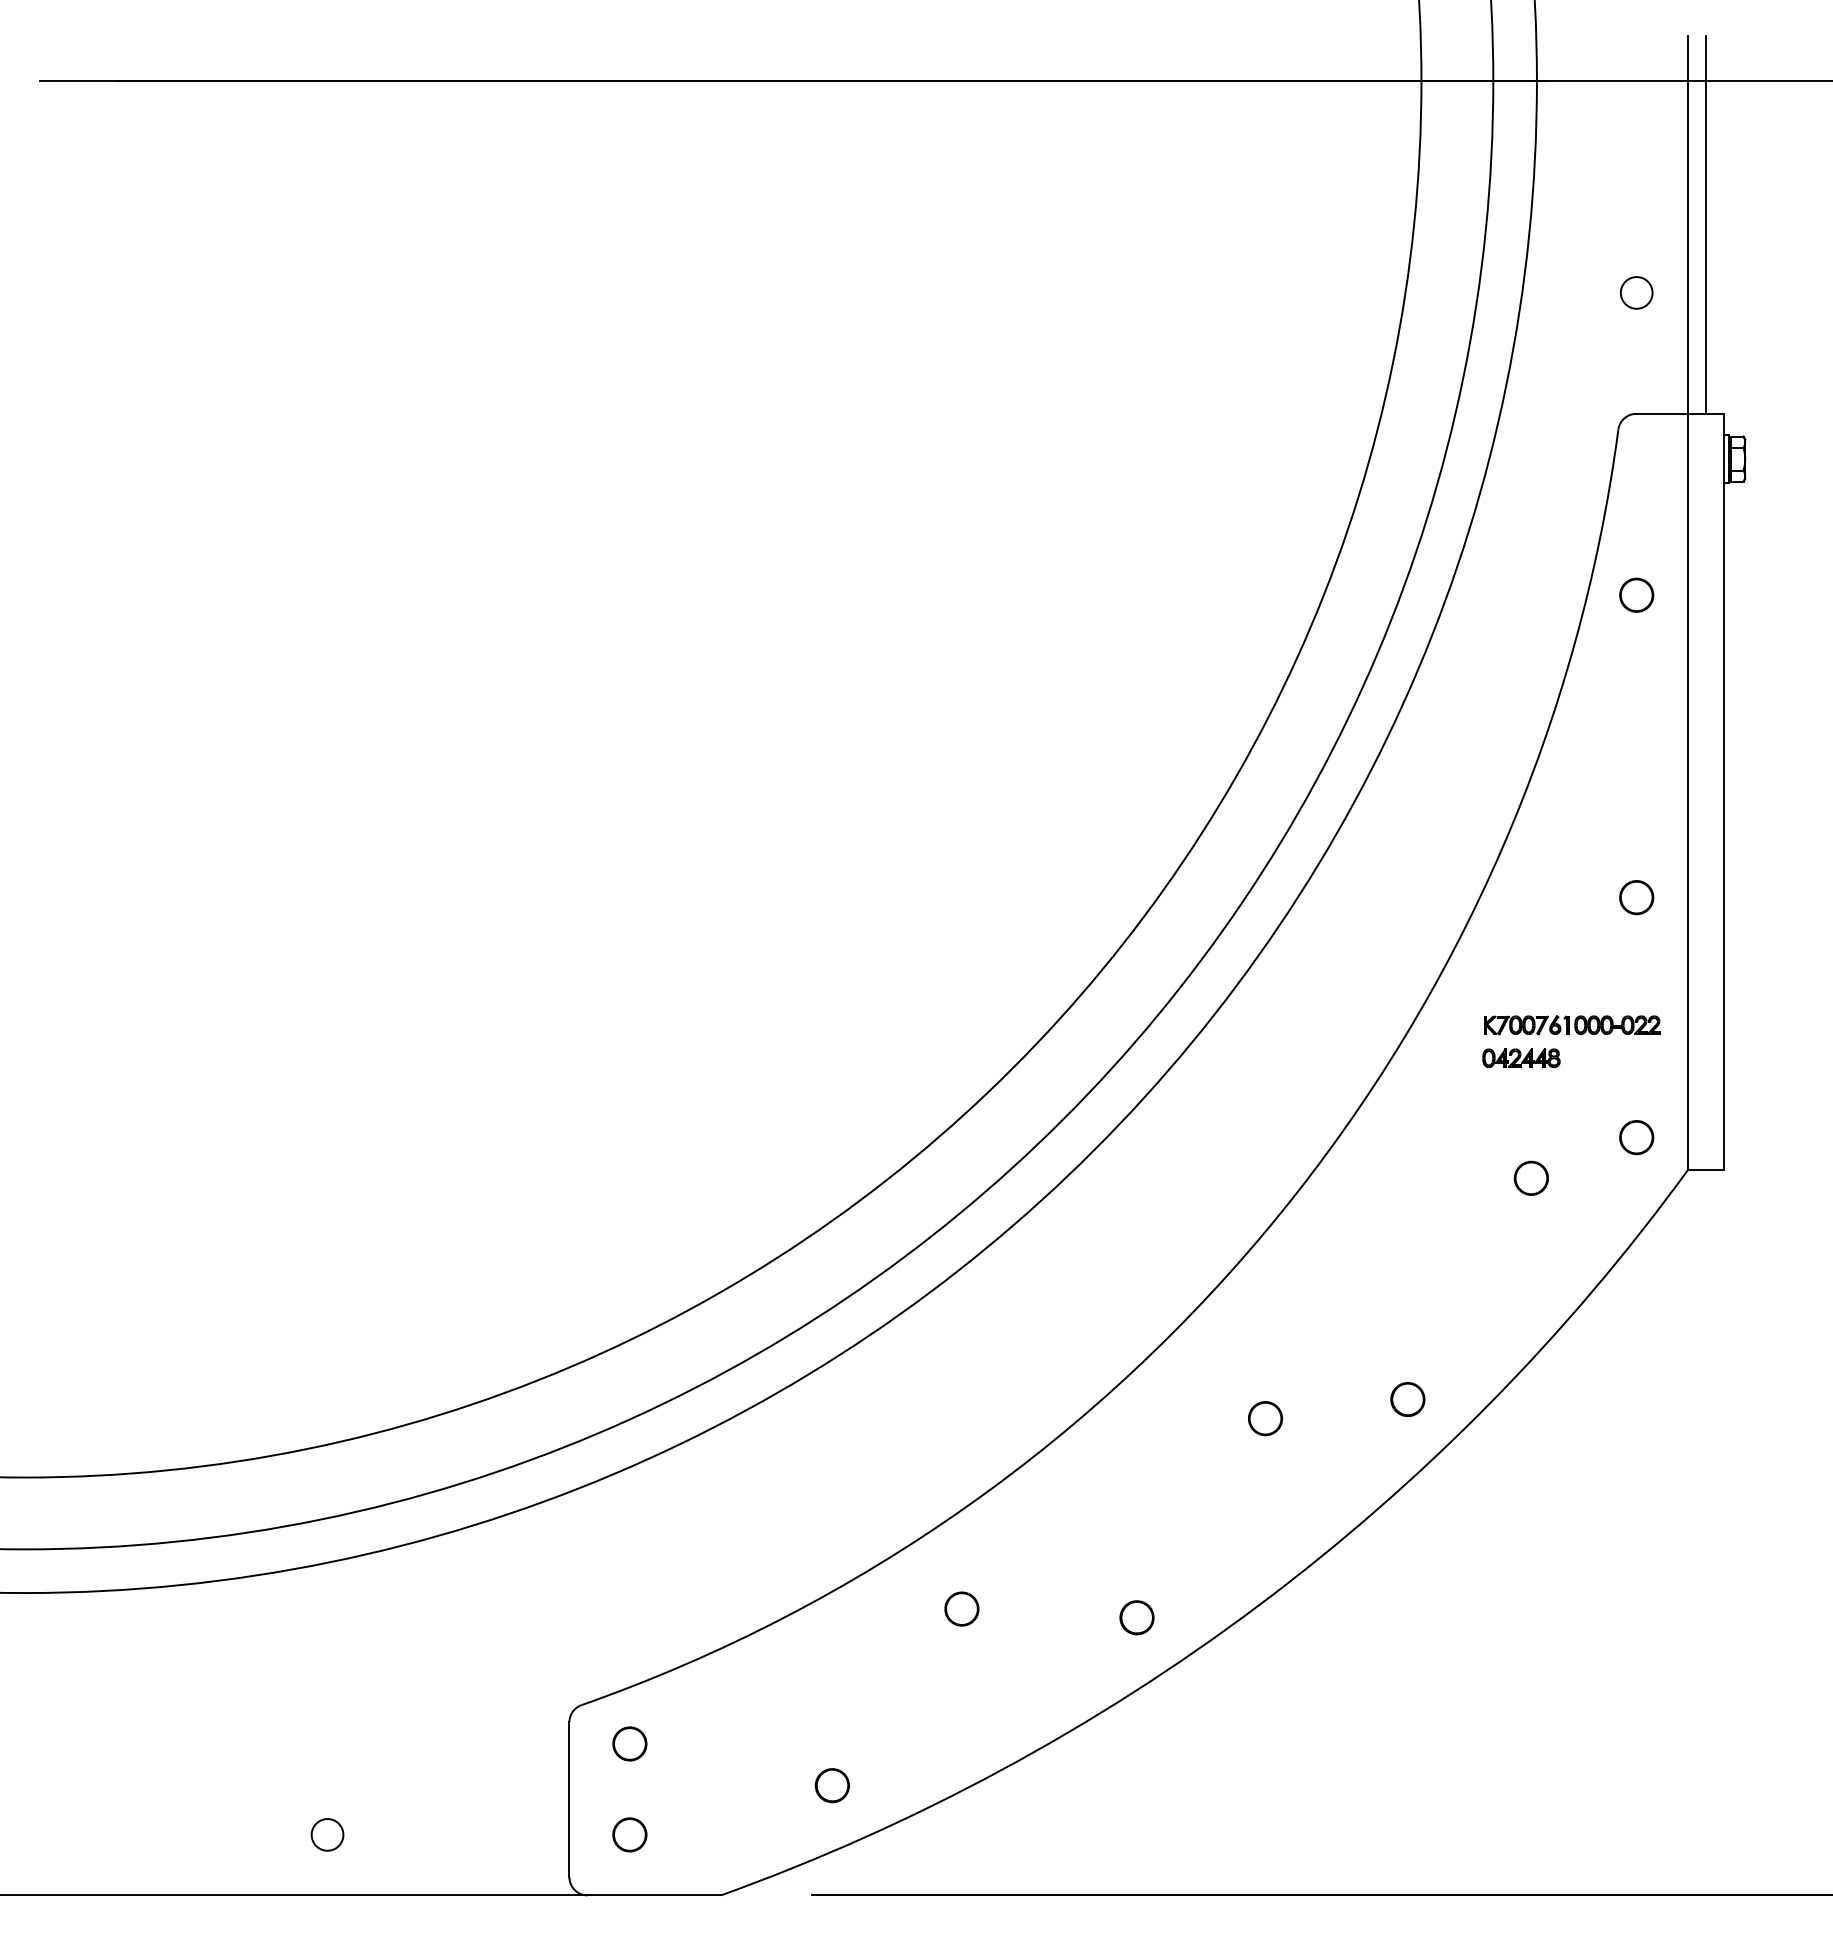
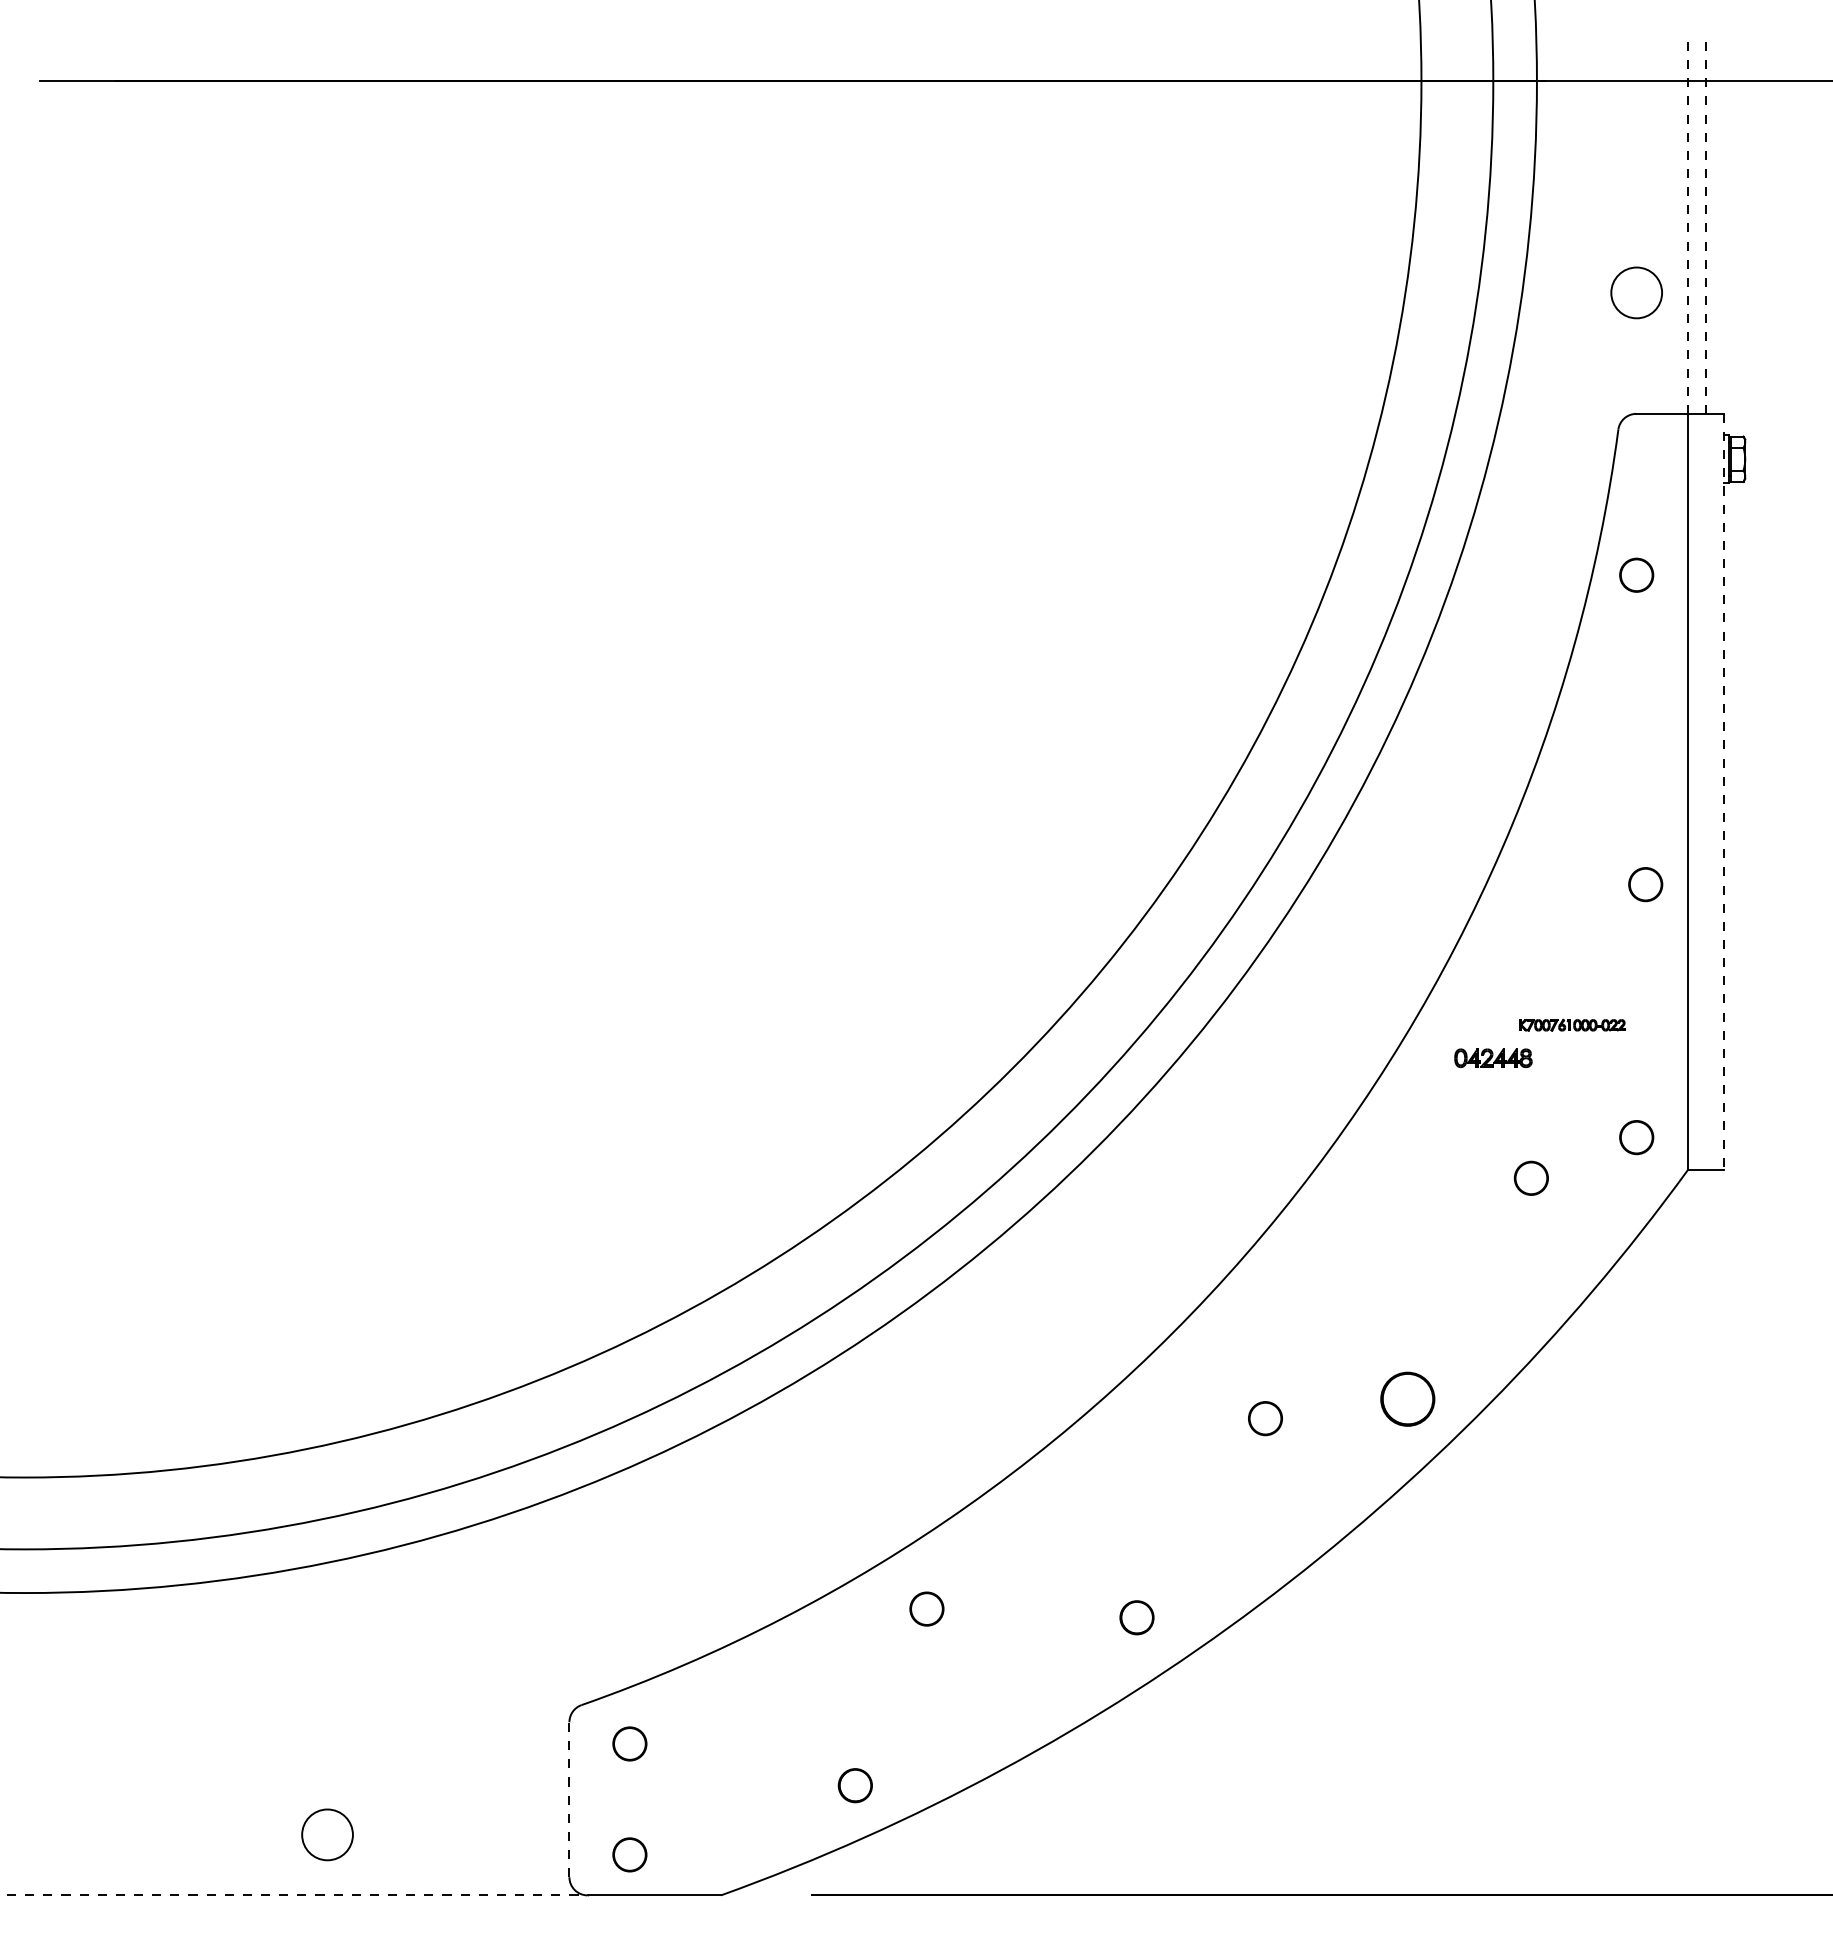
line at (1688, 224): solid -> dashed
line at (1706, 224): solid -> dashed
circle at (1636, 292) diameter: 32 px -> 51 px
circle at (1636, 594) position: (1636, 594) -> (1636, 574)
line at (1724, 791): solid -> dashed
circle at (1636, 897) position: (1636, 897) -> (1645, 884)
part at (1572, 1025) size: 177x21 px -> 107x14 px
part at (1521, 1057) position: (1521, 1057) -> (1493, 1057)
circle at (1407, 1399) size: 36x36 px -> 56x56 px
circle at (961, 1608) position: (961, 1608) -> (926, 1608)
circle at (831, 1785) position: (831, 1785) -> (854, 1785)
line at (569, 1799): solid -> dashed
circle at (327, 1834) diameter: 32 px -> 51 px
circle at (629, 1834) position: (629, 1834) -> (629, 1854)
line at (294, 1895): solid -> dashed
